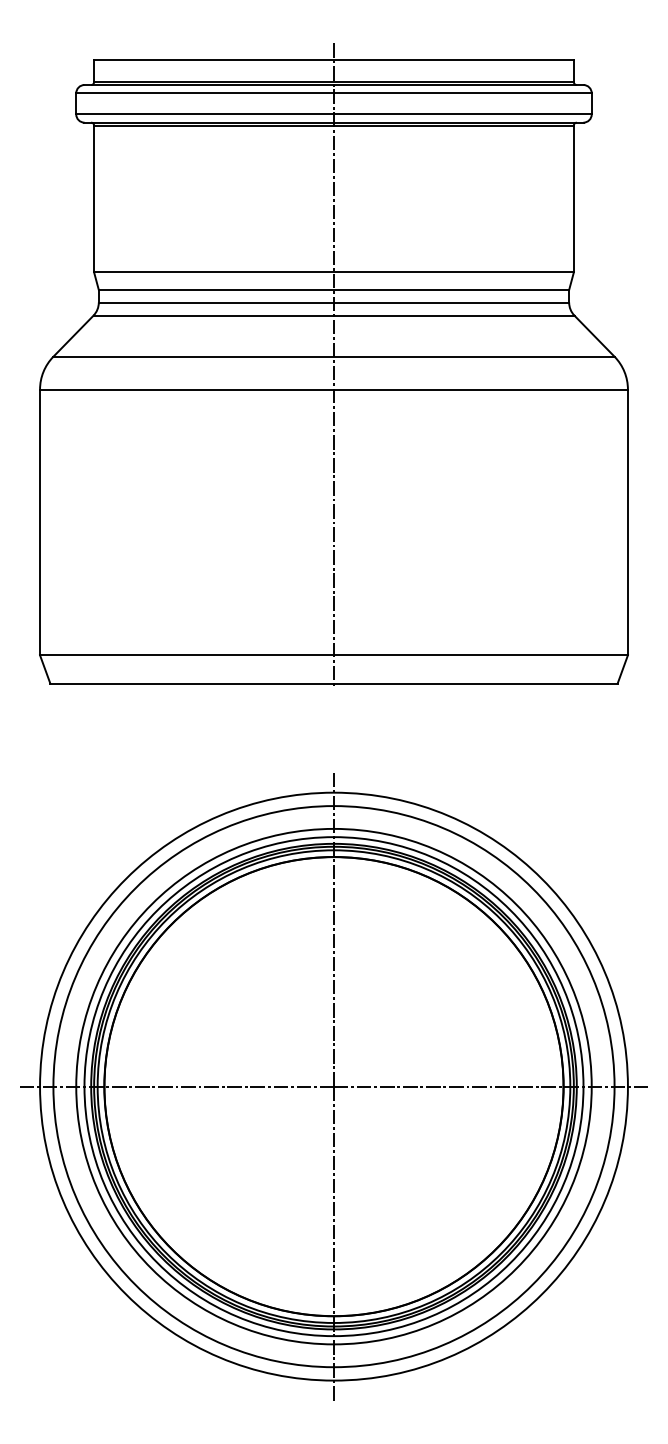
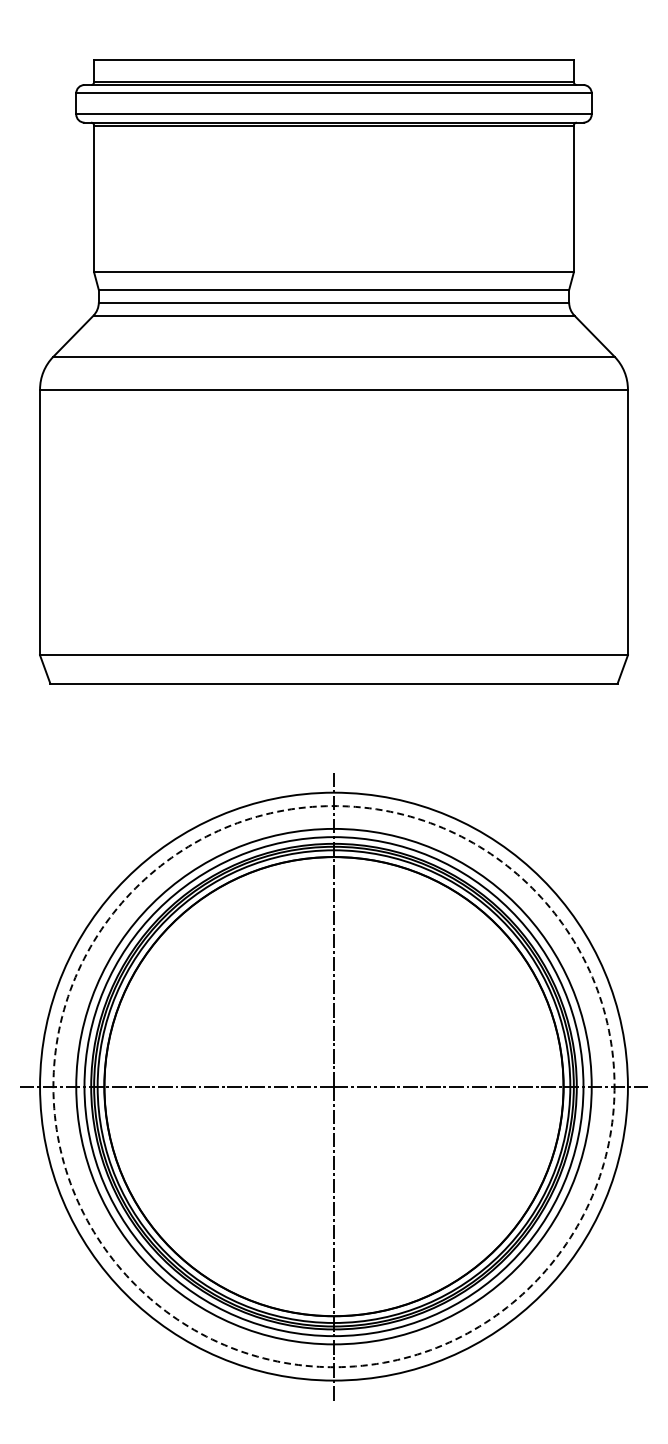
line at (334, 365): present -> none
circle at (333, 1086): solid -> dashed
